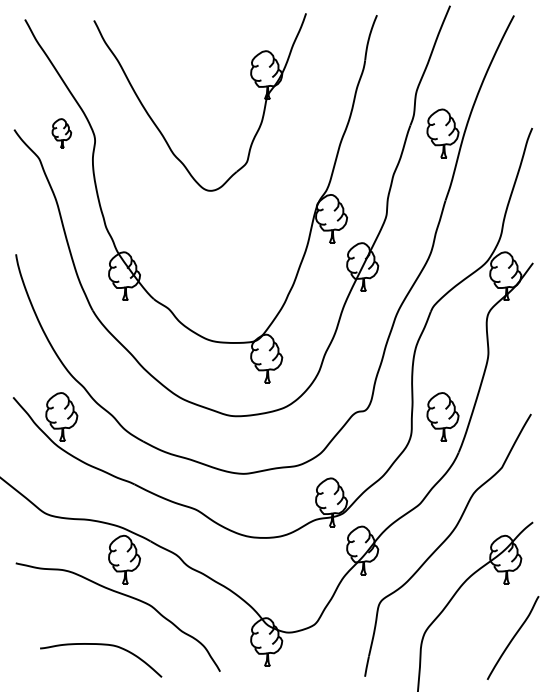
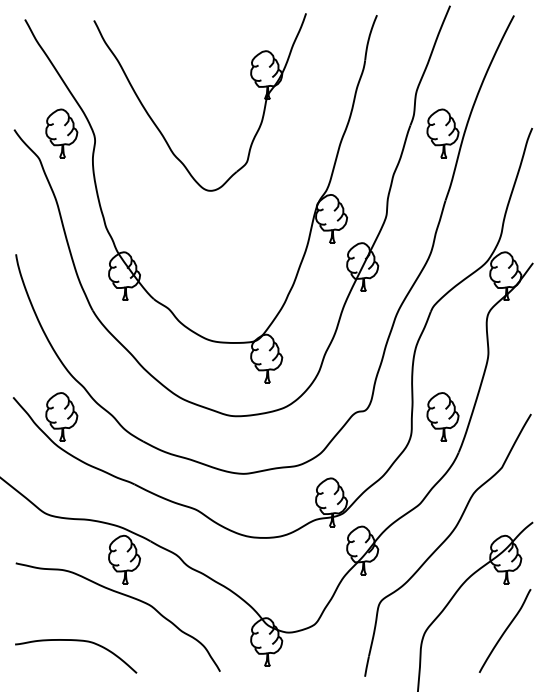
part at (61, 133) size: 22x31 px -> 34x51 px
curve at (512, 637) position: (512, 637) -> (504, 630)
curve at (101, 645) position: (101, 645) -> (76, 641)
